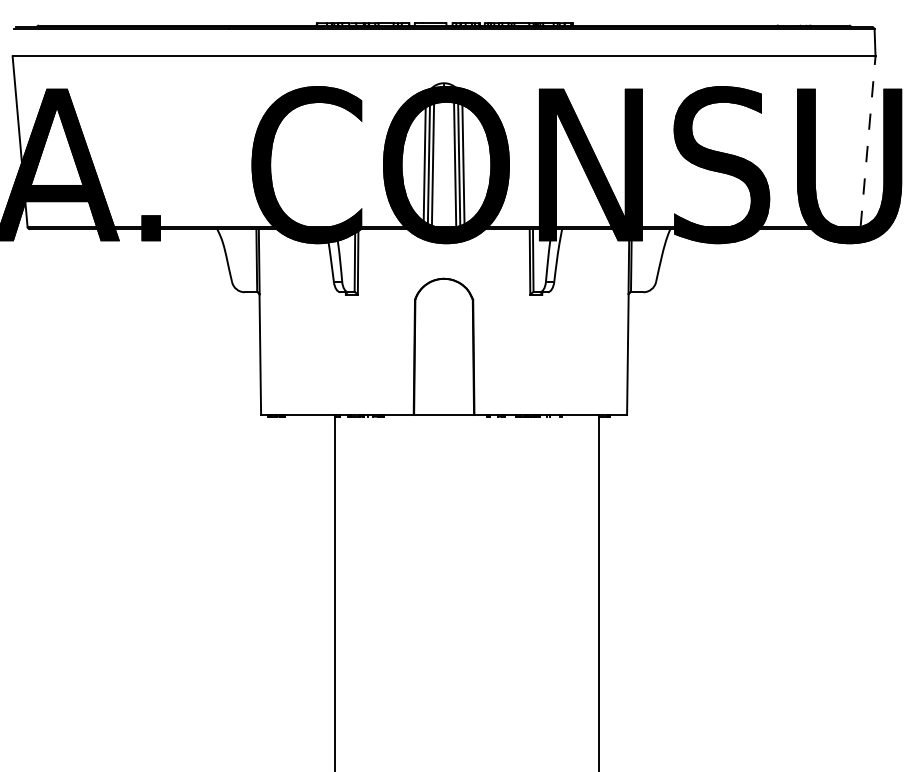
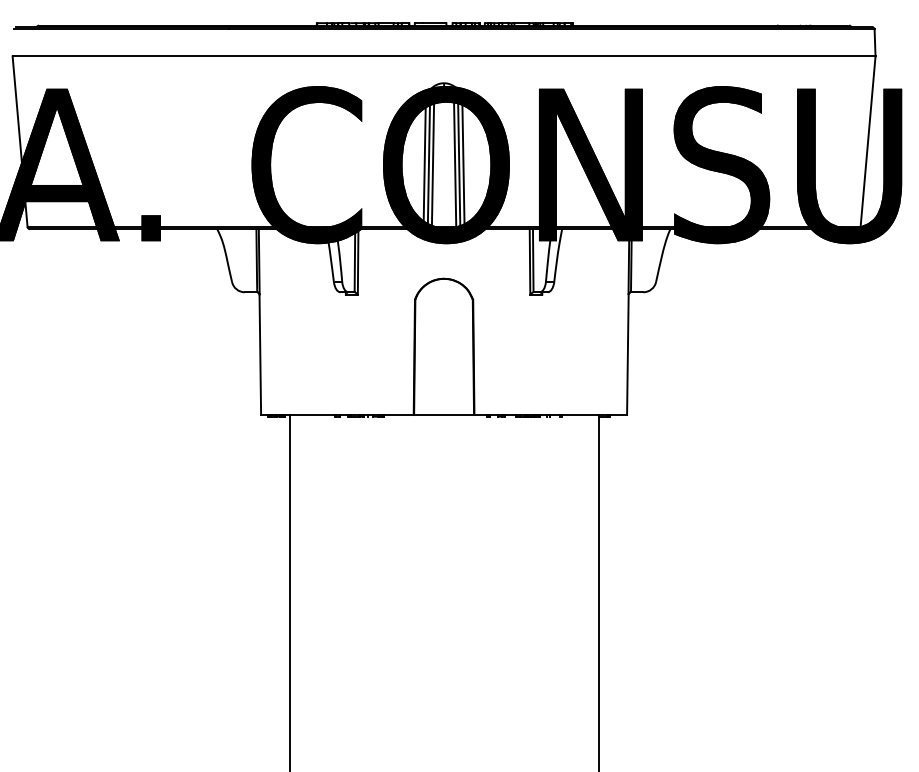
line at (868, 141): dashed -> solid
line at (334, 591) position: (334, 591) -> (289, 591)
